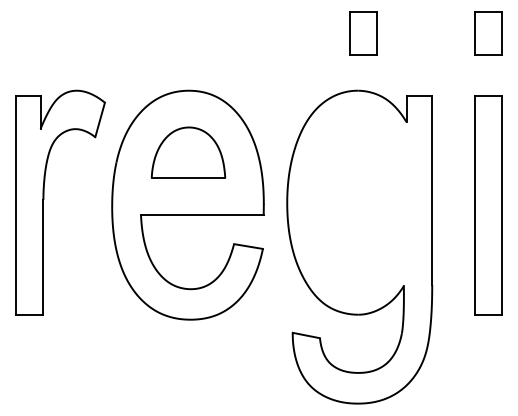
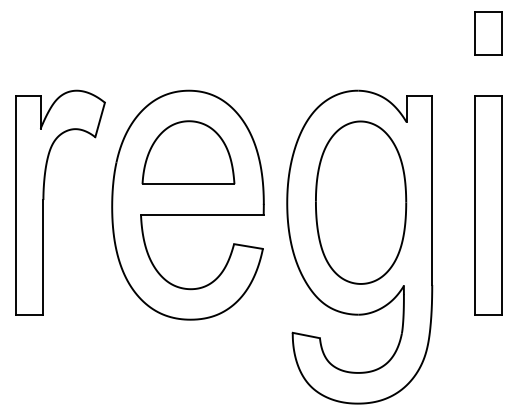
part at (363, 33): present -> none
part at (188, 152) size: 77x53 px -> 95x65 px
part at (361, 202): none -> present
